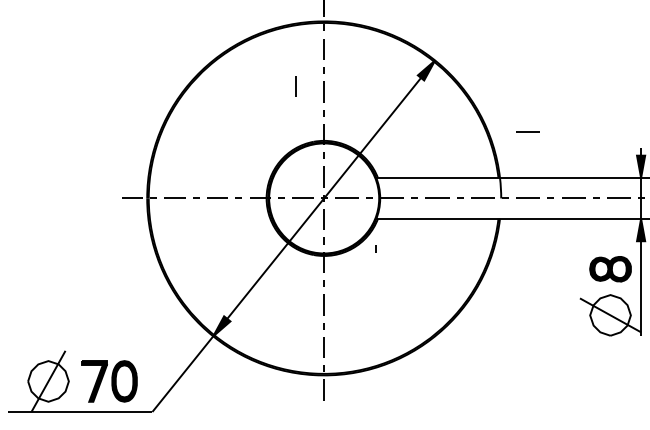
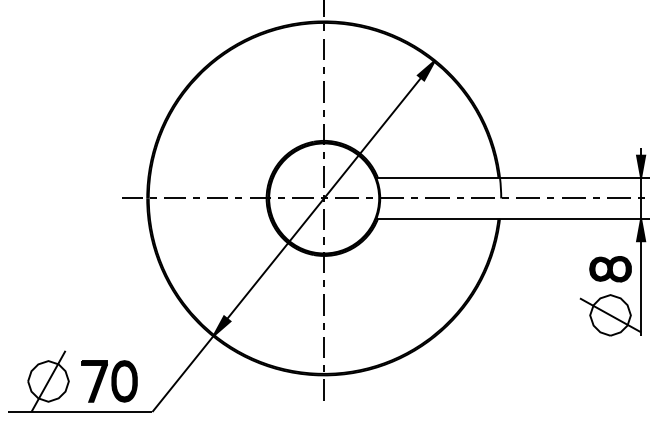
line at (295, 86): present -> none
line at (527, 131): present -> none
line at (375, 248): present -> none
